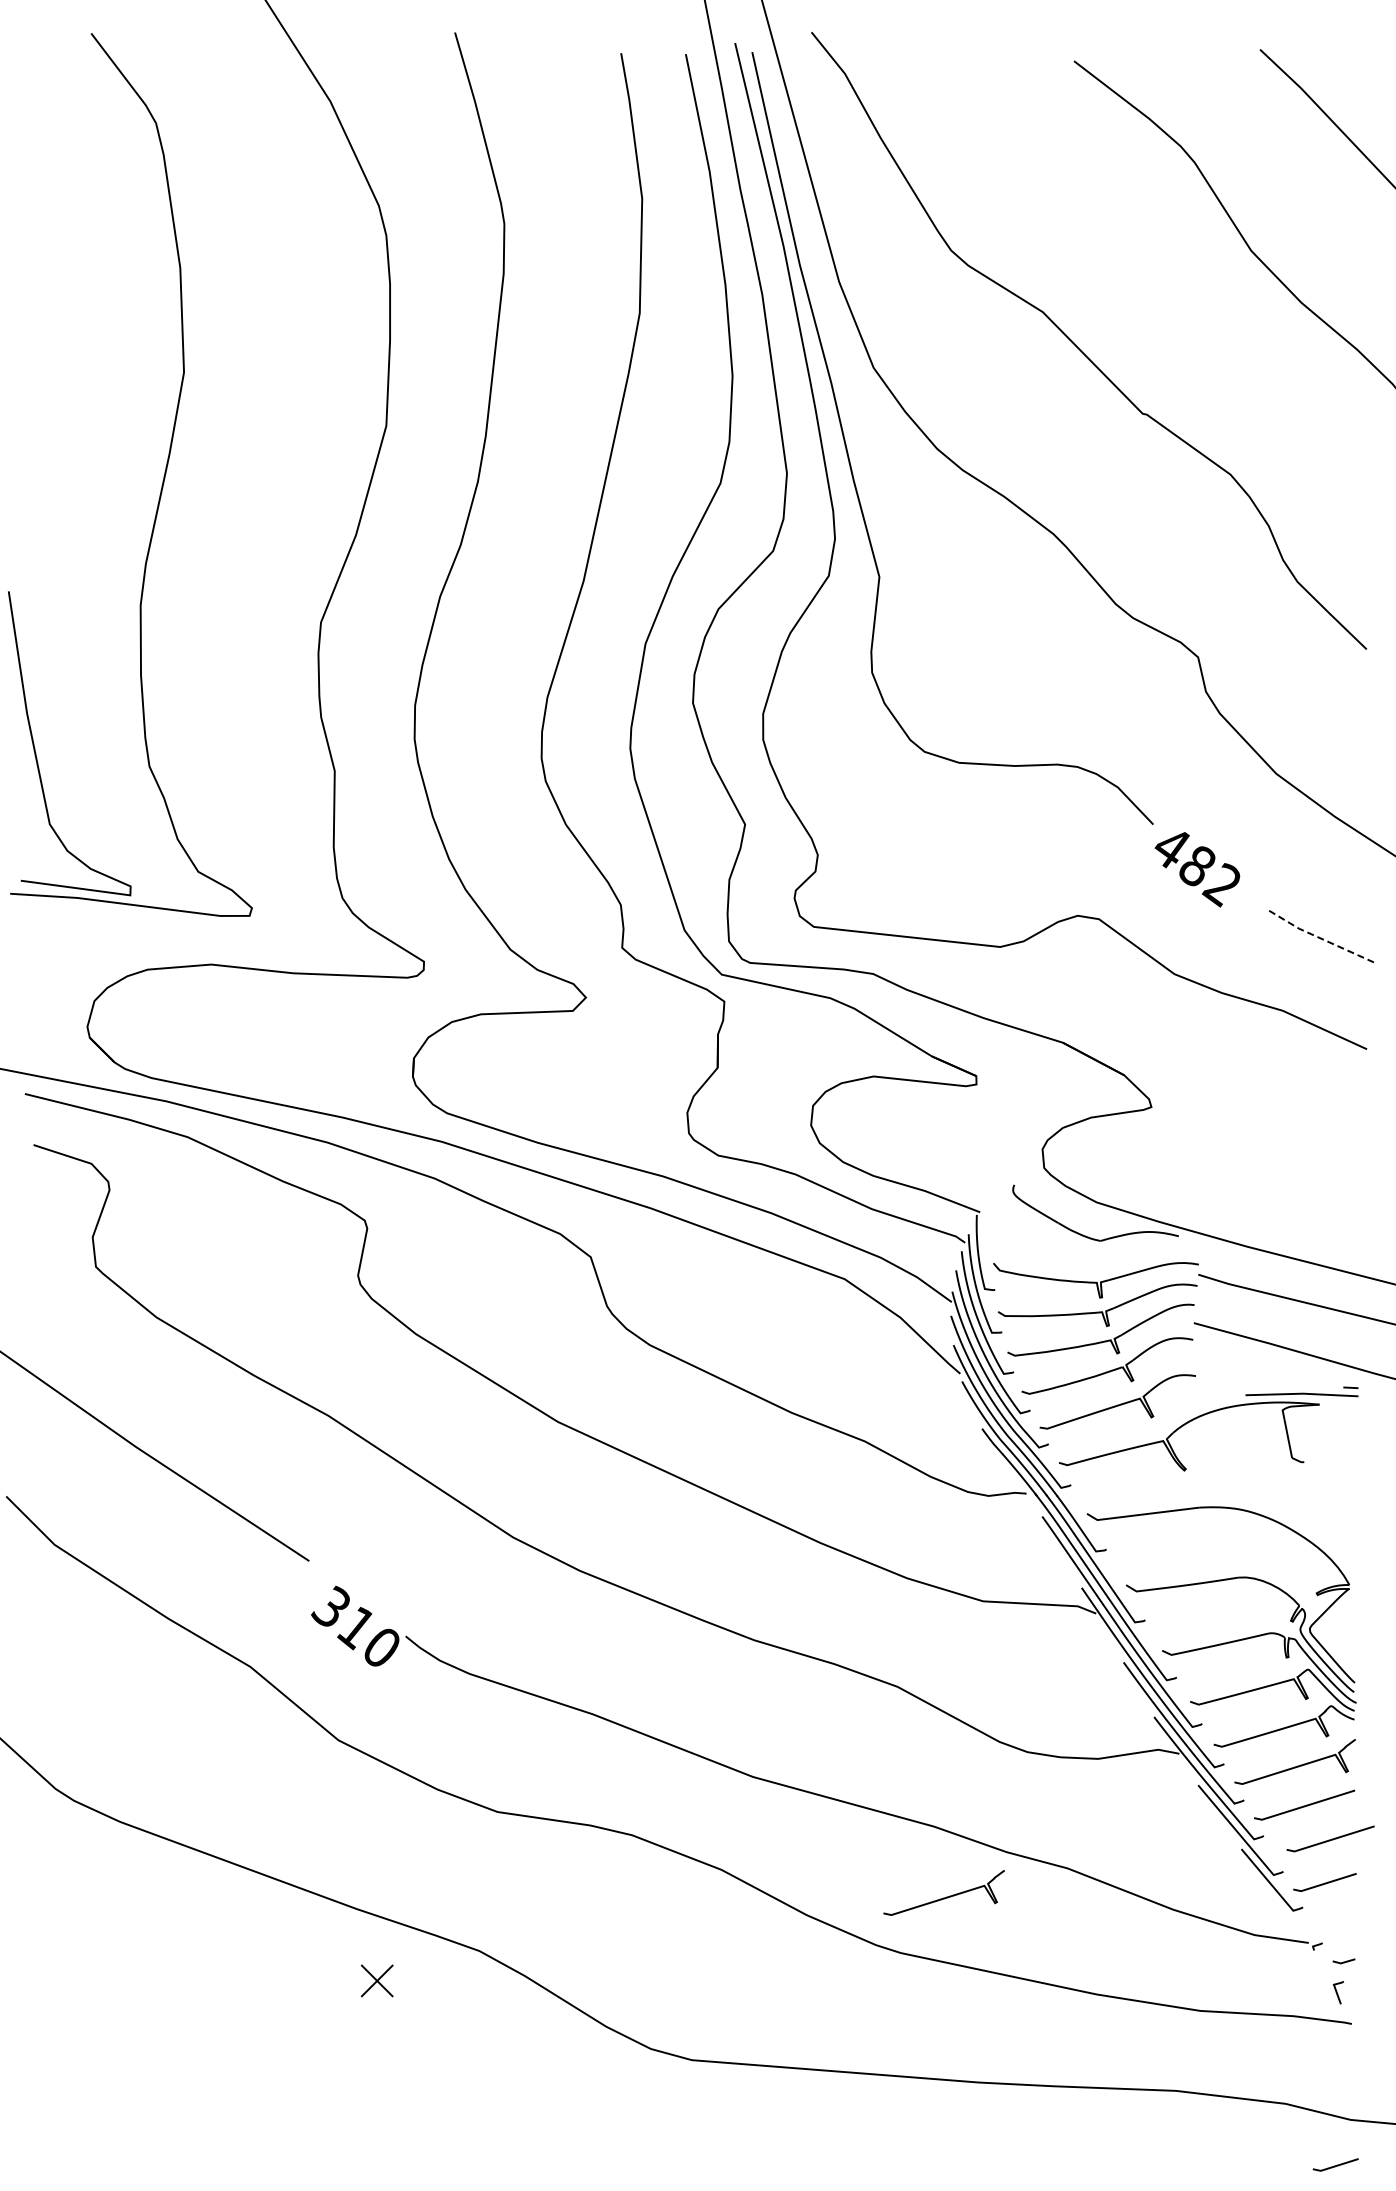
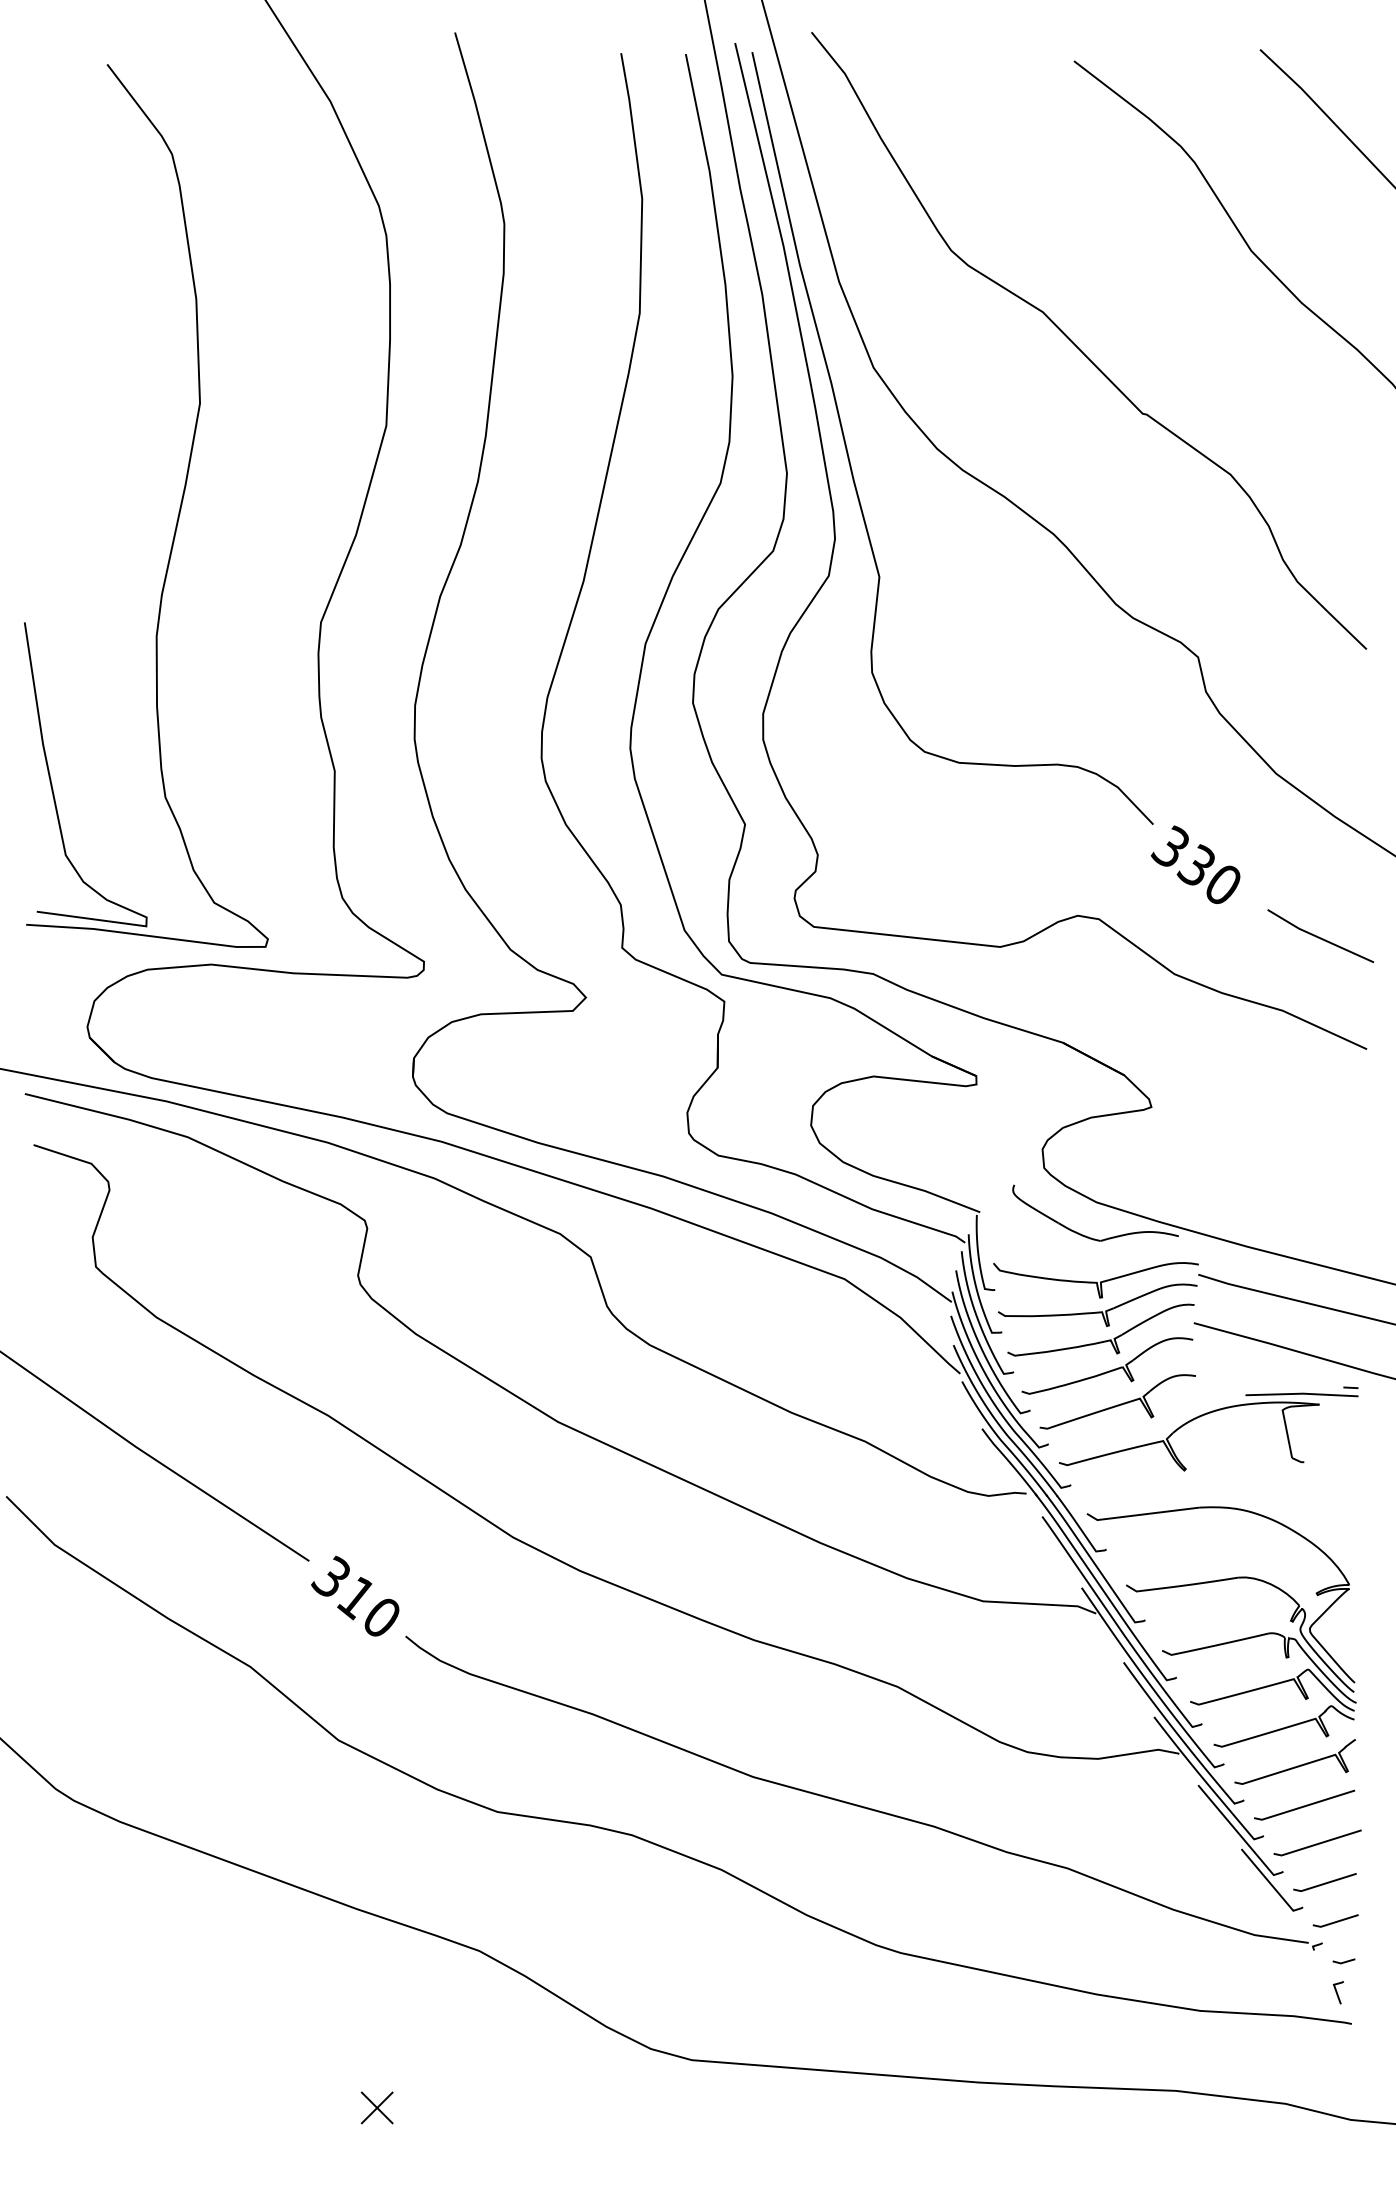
part at (162, 480) position: (162, 480) -> (178, 511)
text at (1195, 866): 482 -> 330
line at (1318, 937): dashed -> solid
text at (355, 1625) position: (355, 1625) -> (355, 1595)
curve at (1331, 1838) position: (1331, 1838) -> (1318, 1842)
curve at (946, 1896): present -> none
part at (376, 1980) position: (376, 1980) -> (376, 2107)
curve at (1335, 2165) position: (1335, 2165) -> (1335, 1921)
